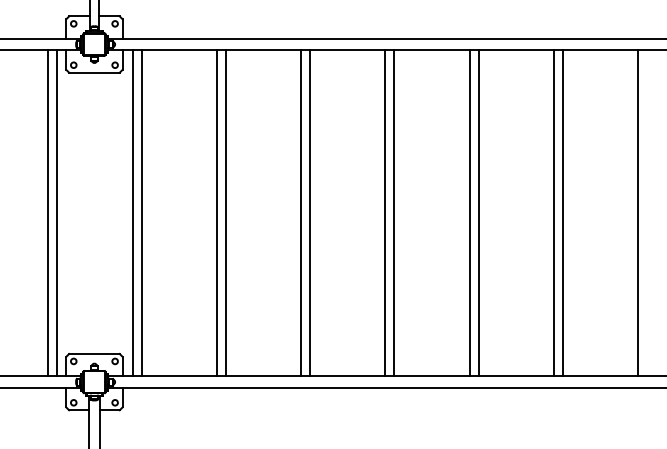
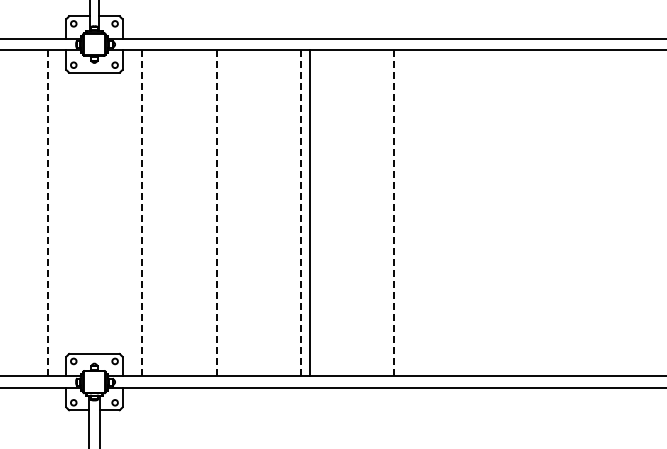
line at (141, 212): solid -> dashed
line at (394, 212): solid -> dashed
line at (47, 213): solid -> dashed
line at (56, 213): present -> none
line at (132, 213): present -> none
line at (216, 213): solid -> dashed
line at (225, 213): present -> none
line at (301, 213): solid -> dashed
line at (385, 213): present -> none
line at (469, 213): present -> none
line at (478, 213): present -> none
line at (553, 213): present -> none
line at (562, 213): present -> none
line at (638, 213): present -> none
